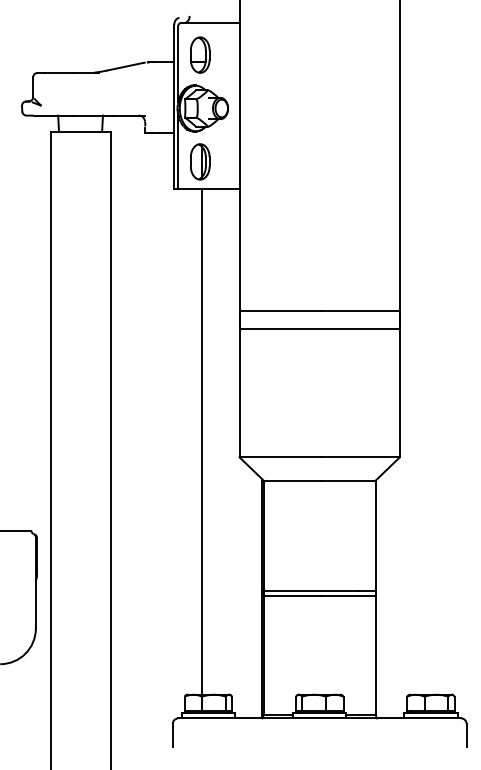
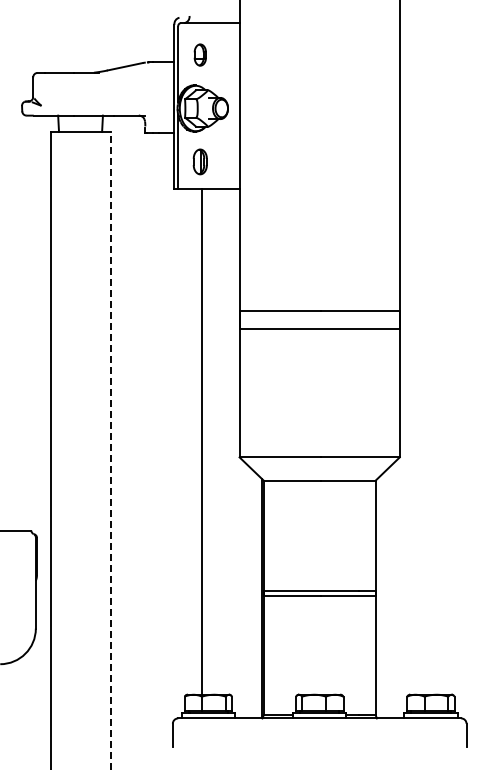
part at (200, 54) size: 21x38 px -> 14x24 px
part at (200, 161) size: 21x38 px -> 16x28 px
line at (110, 450): solid -> dashed
